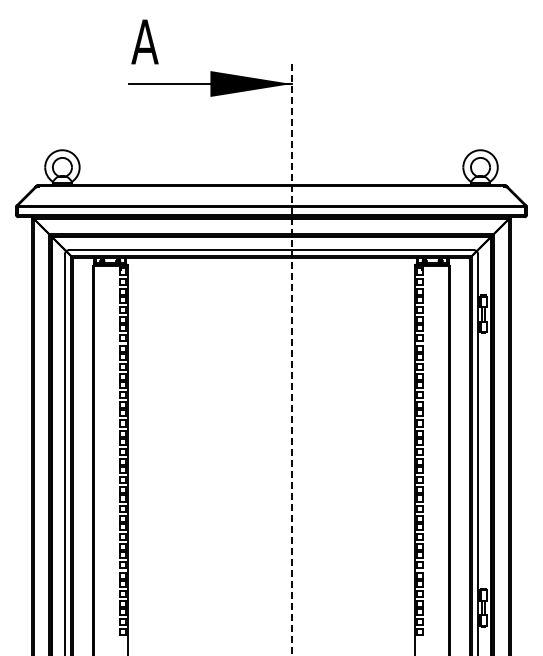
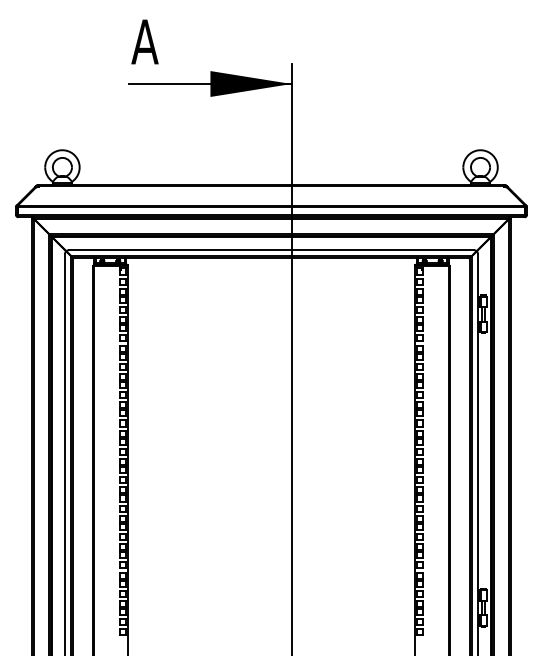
line at (291, 359): dashed -> solid
